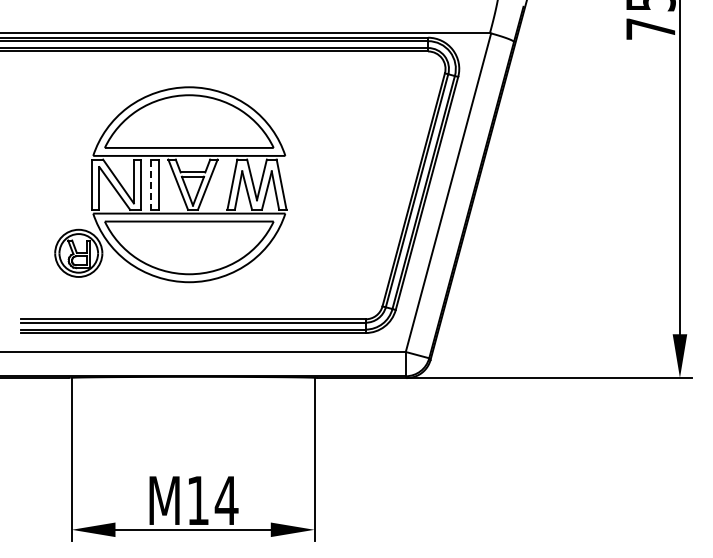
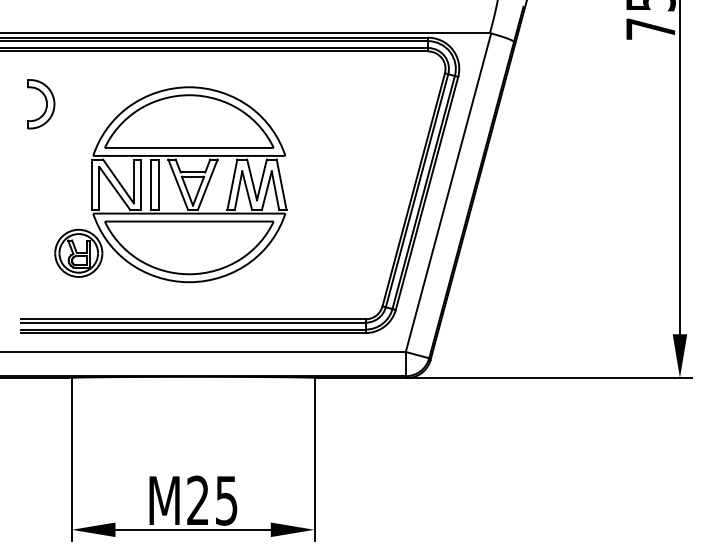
part at (41, 104): none -> present
line at (151, 185): dashed -> solid
text at (212, 500): M14 -> M25
